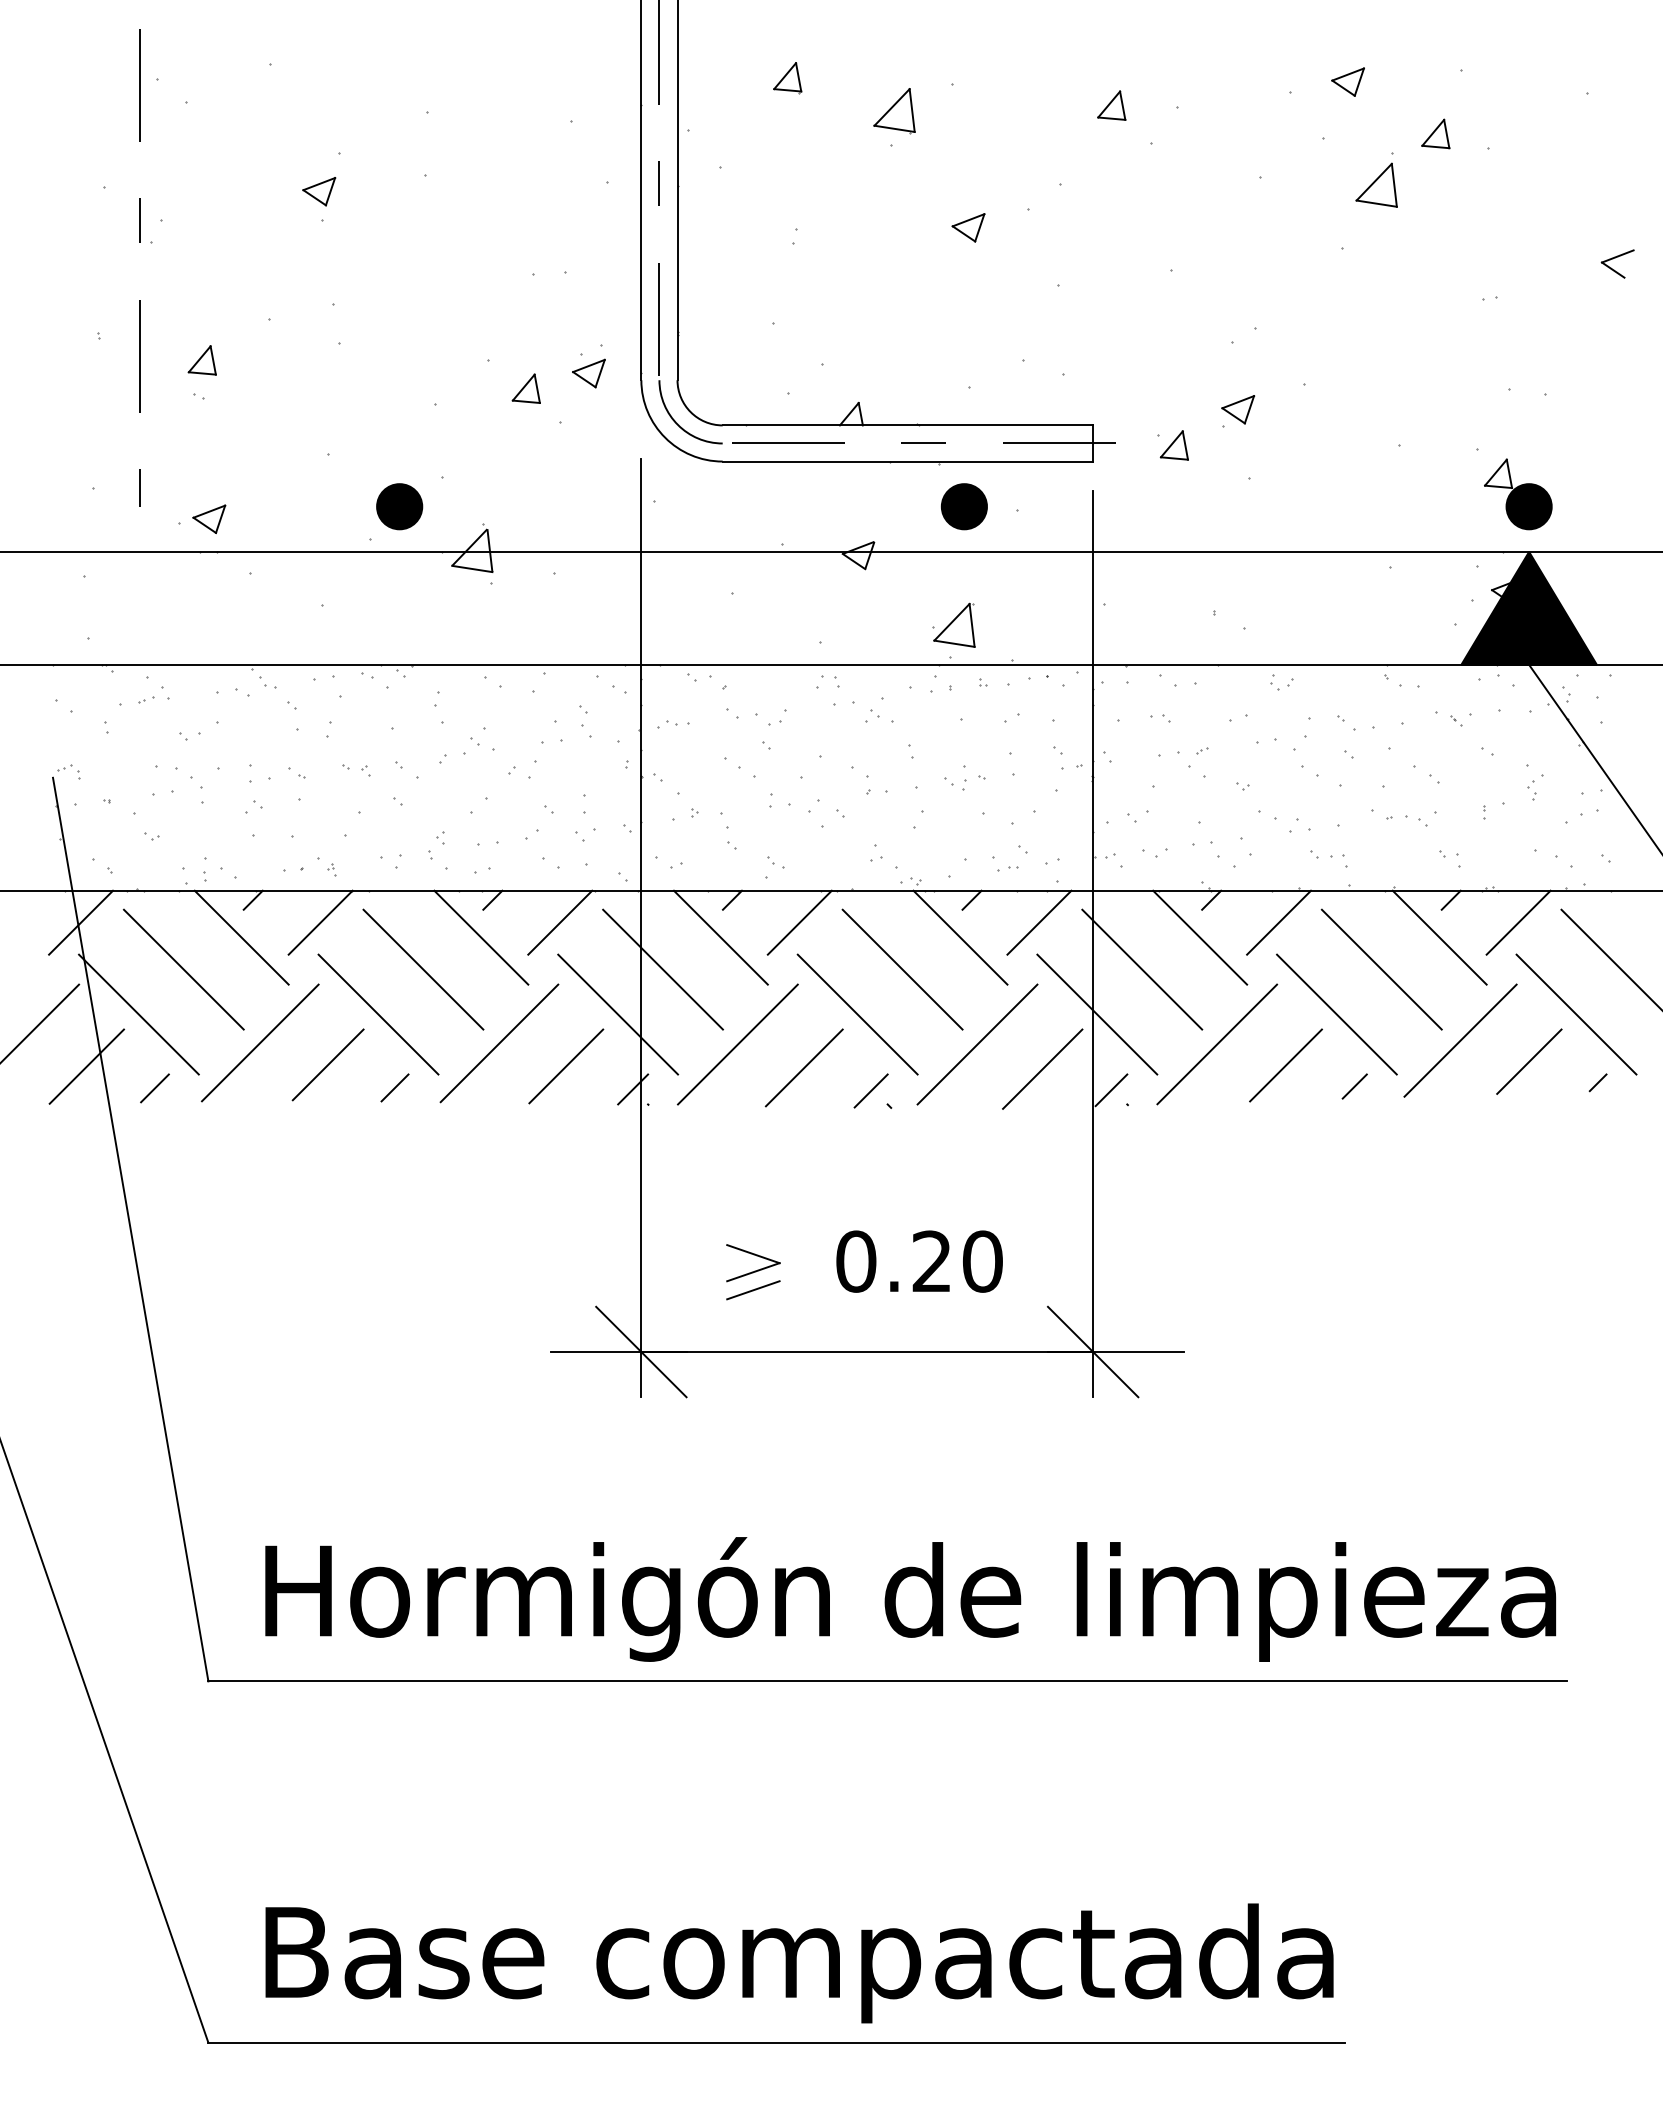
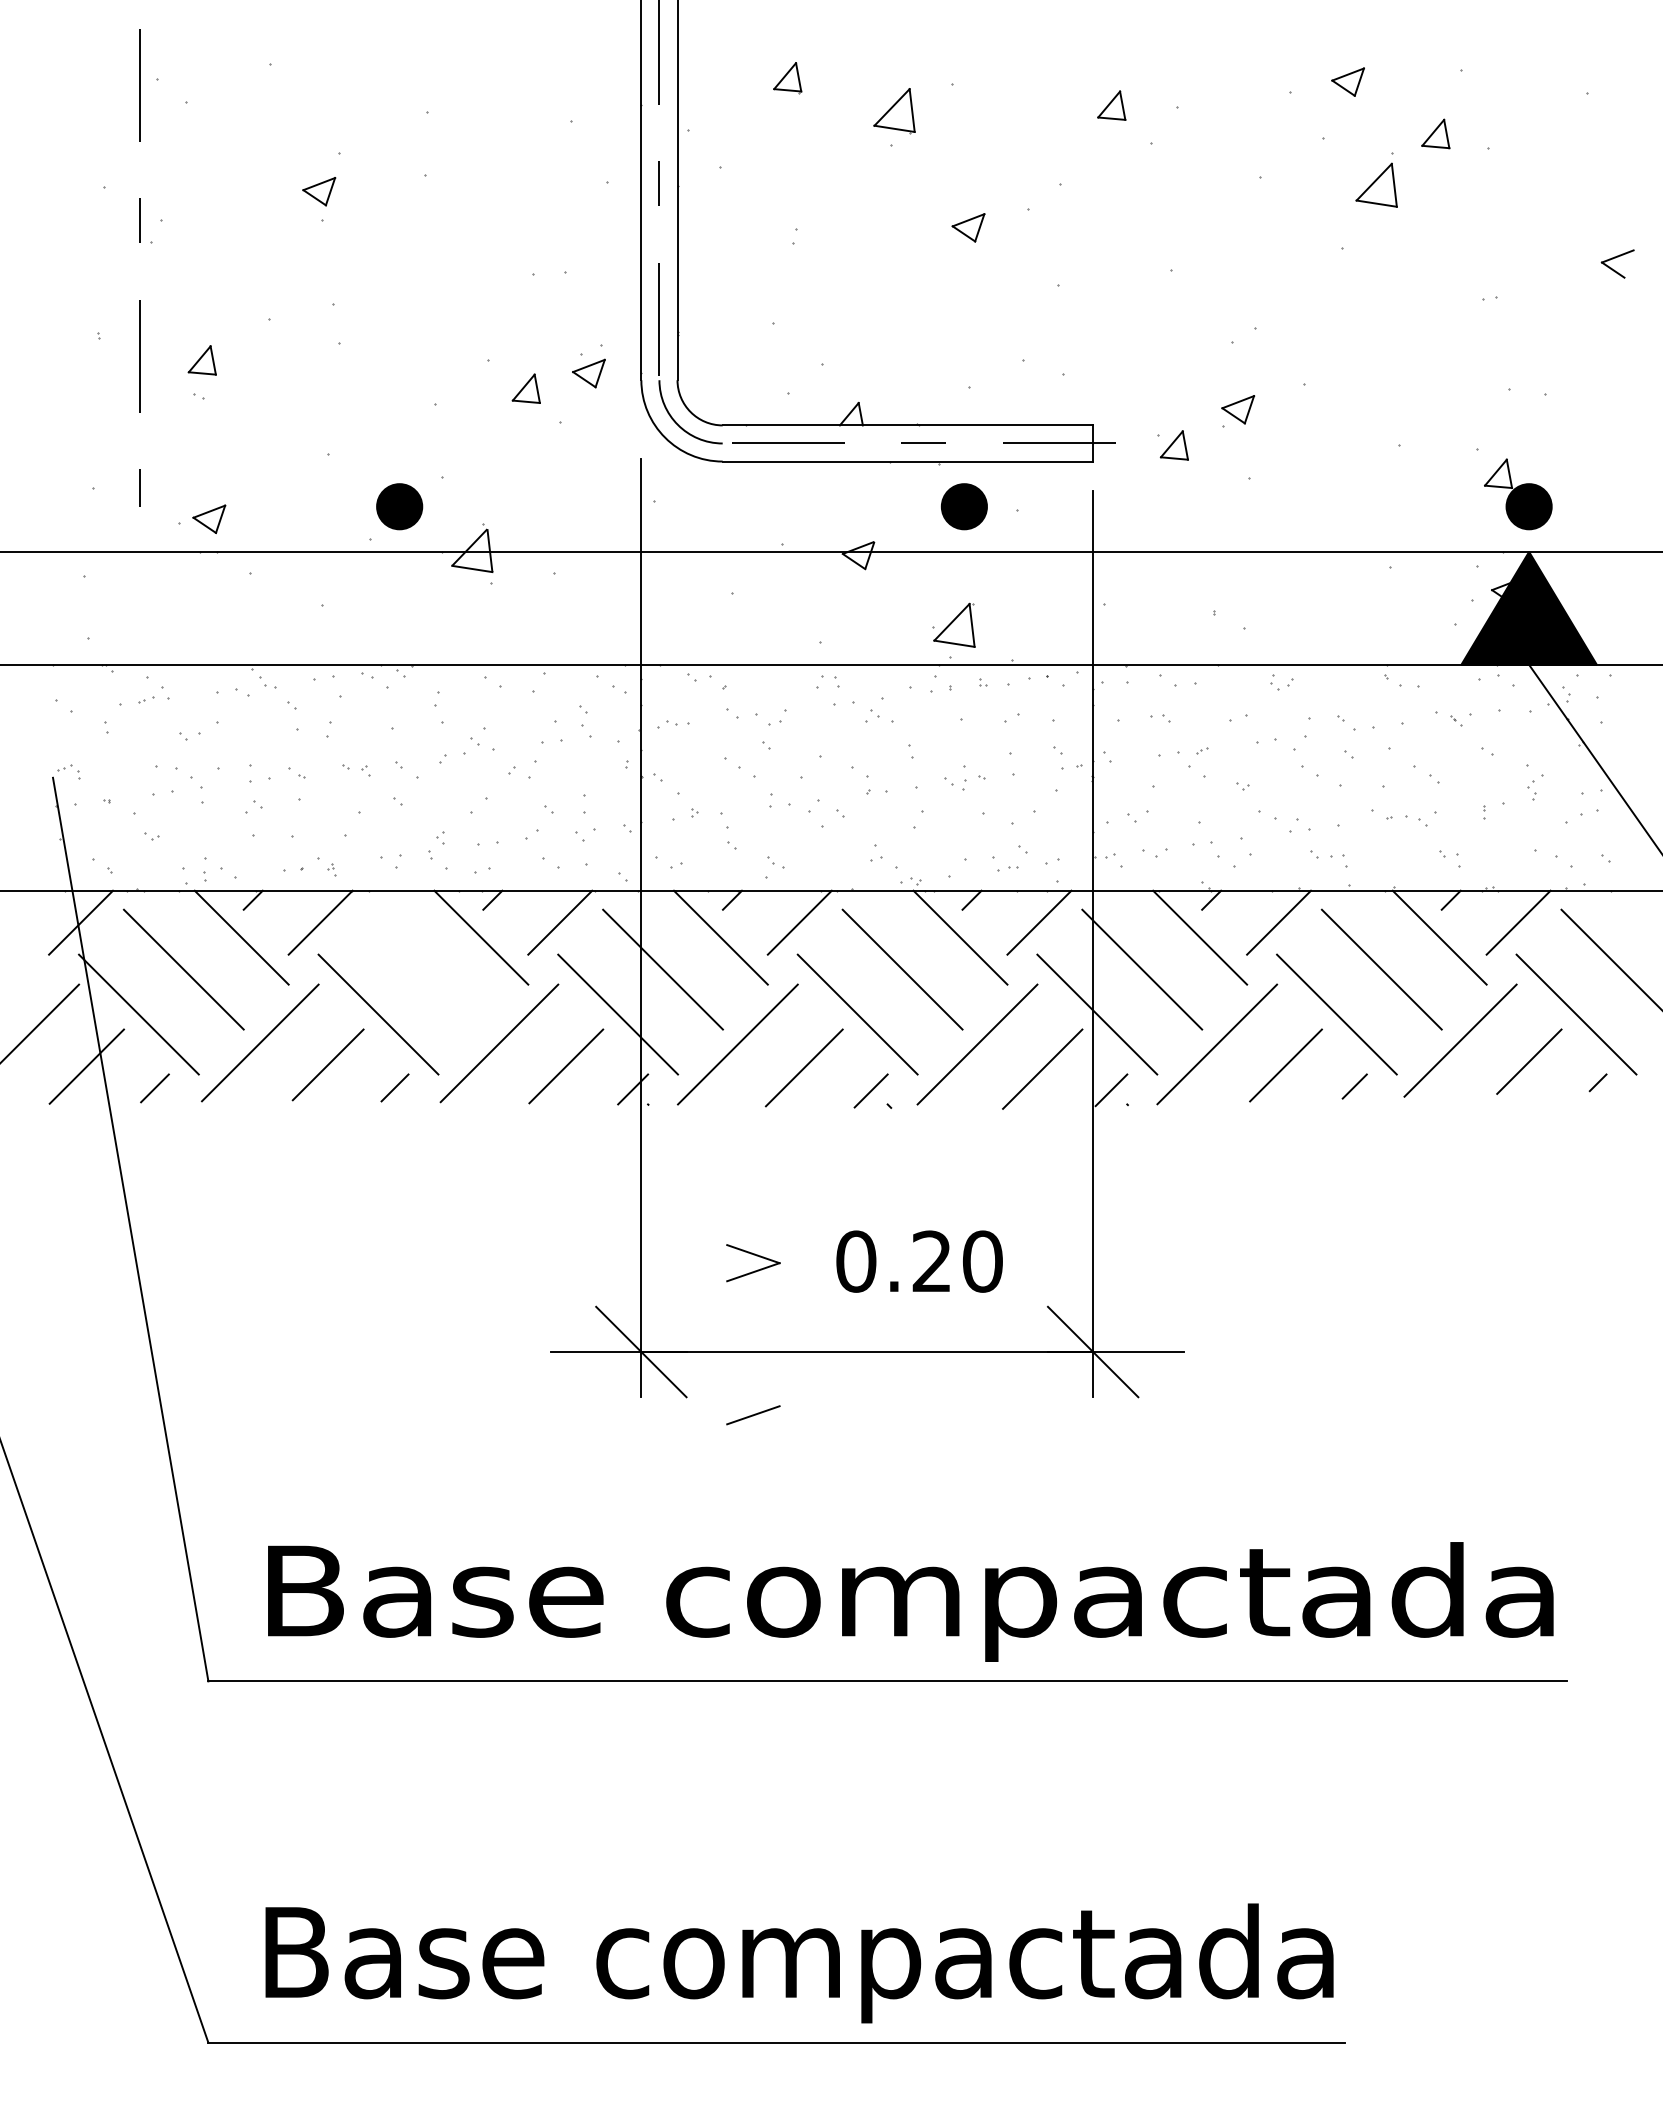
line at (423, 969): present -> none
line at (753, 1290) position: (753, 1290) -> (753, 1415)
text at (910, 1599): Hormigón de limpieza -> Base compactada
